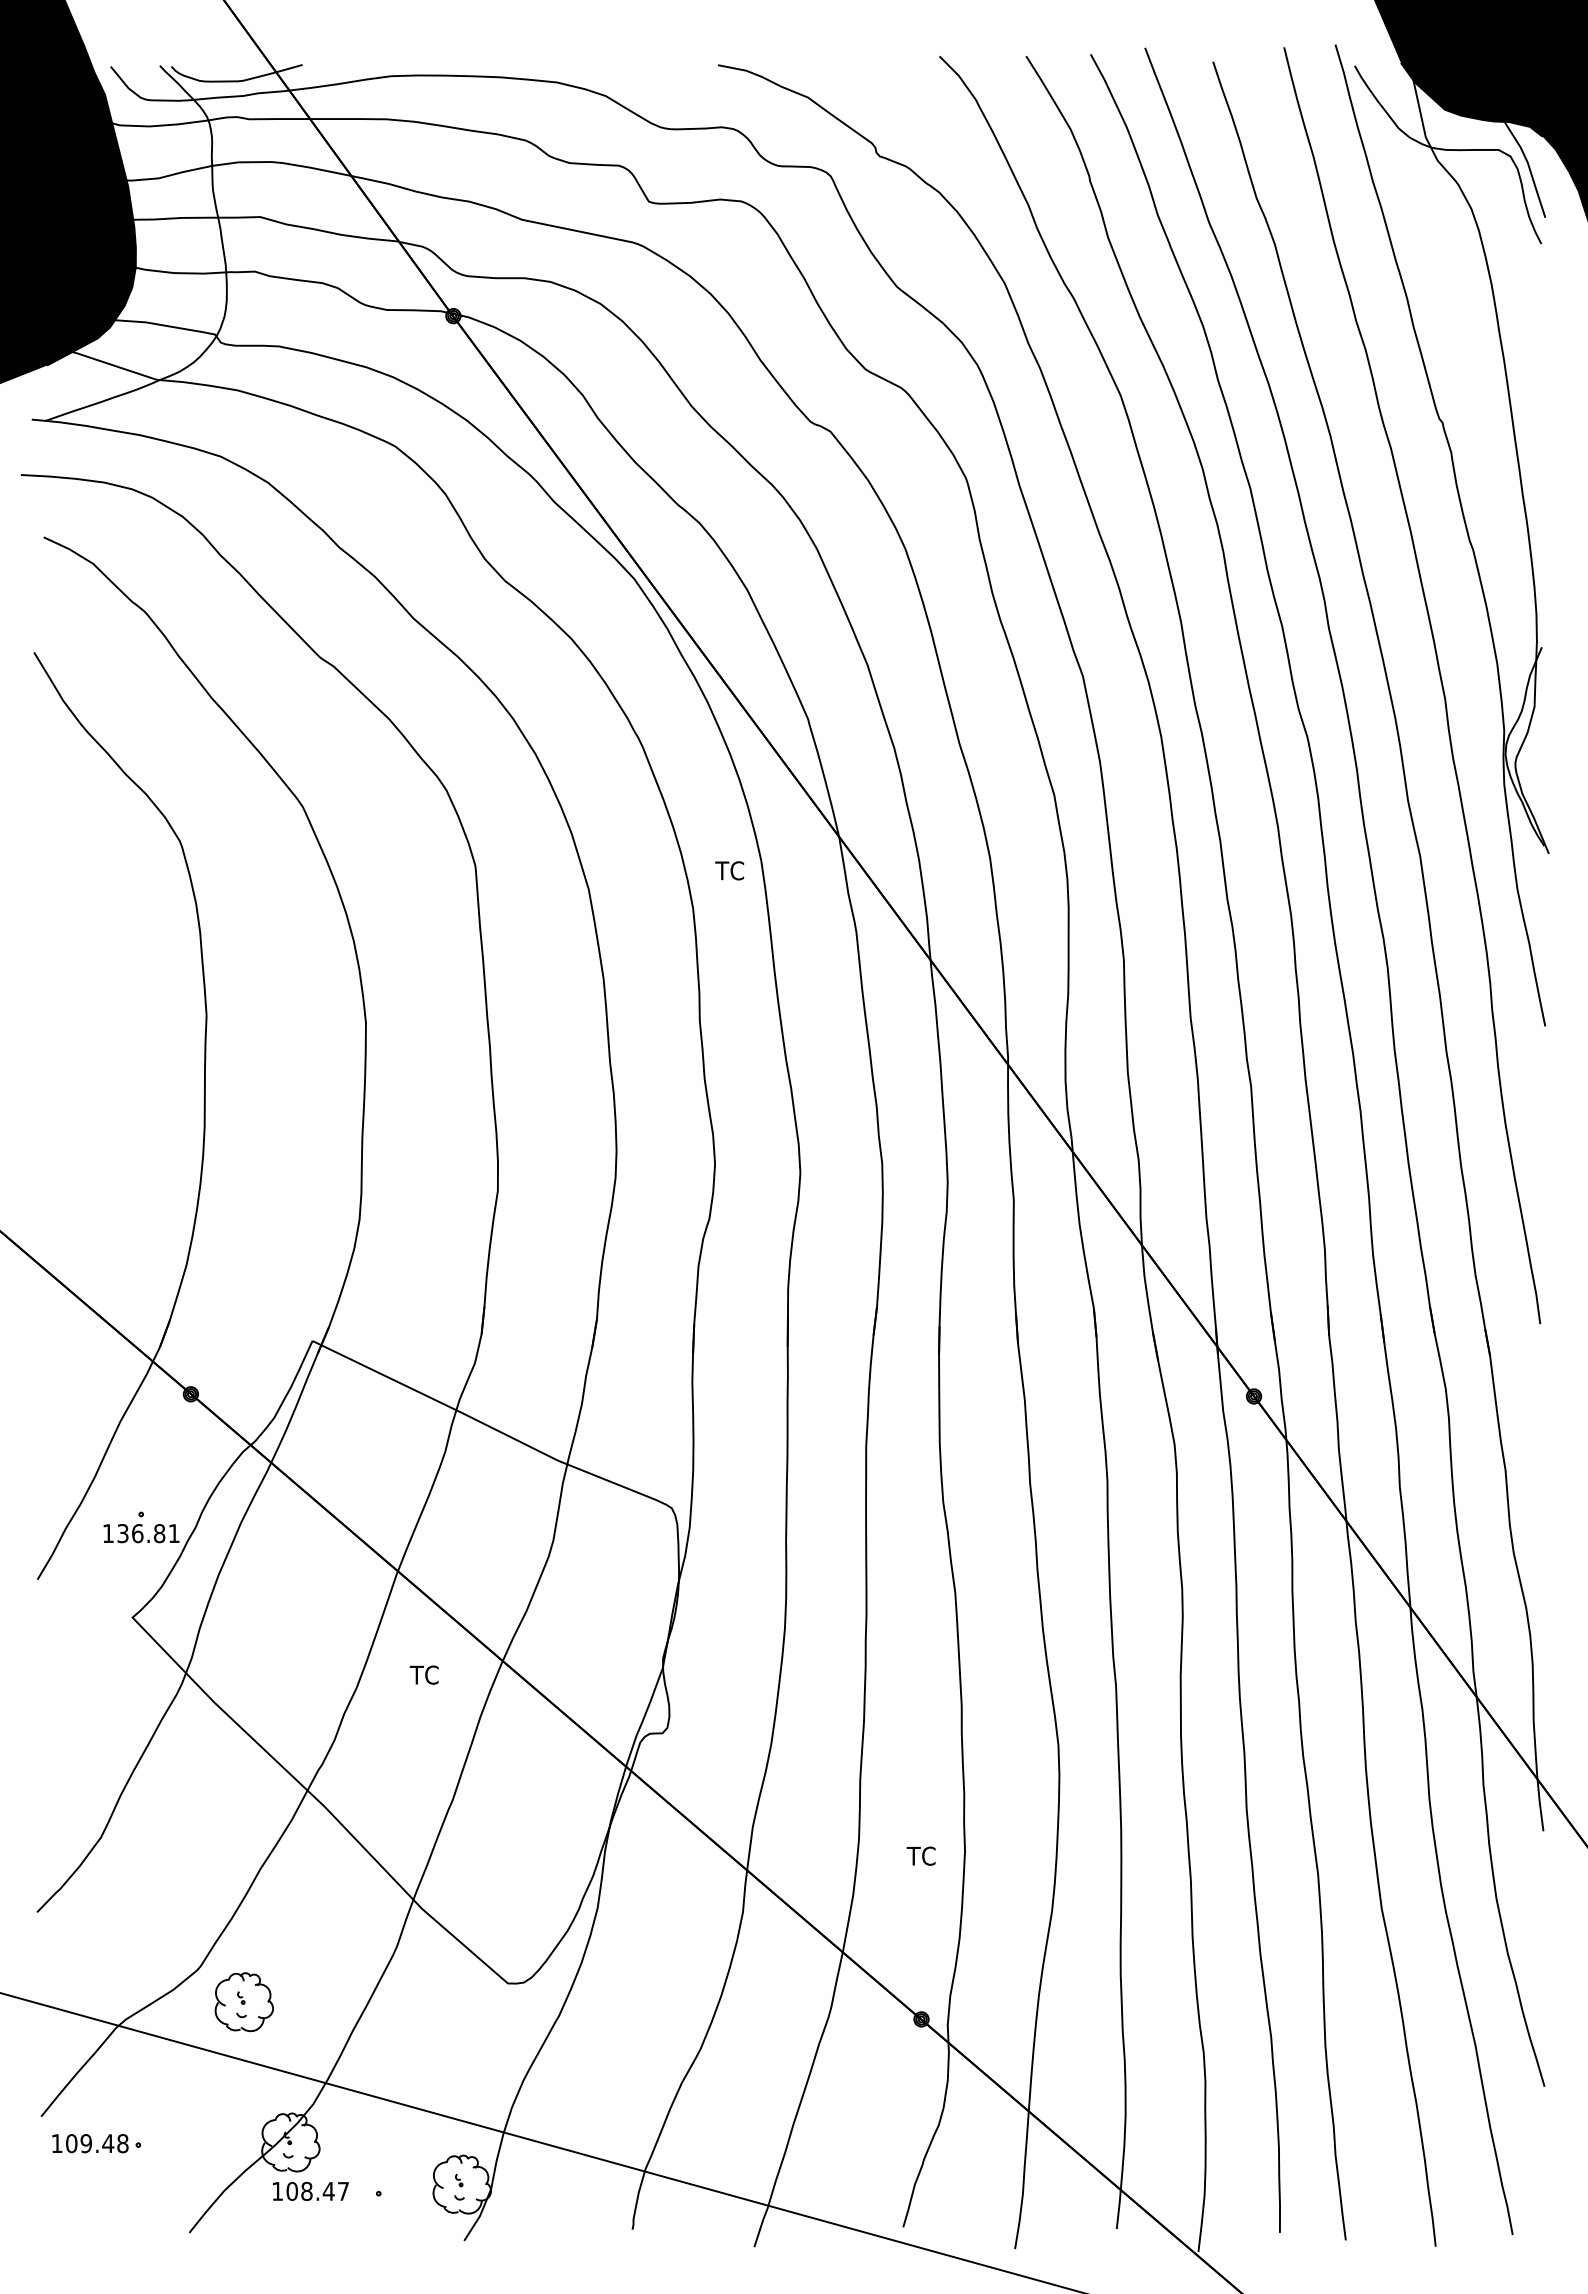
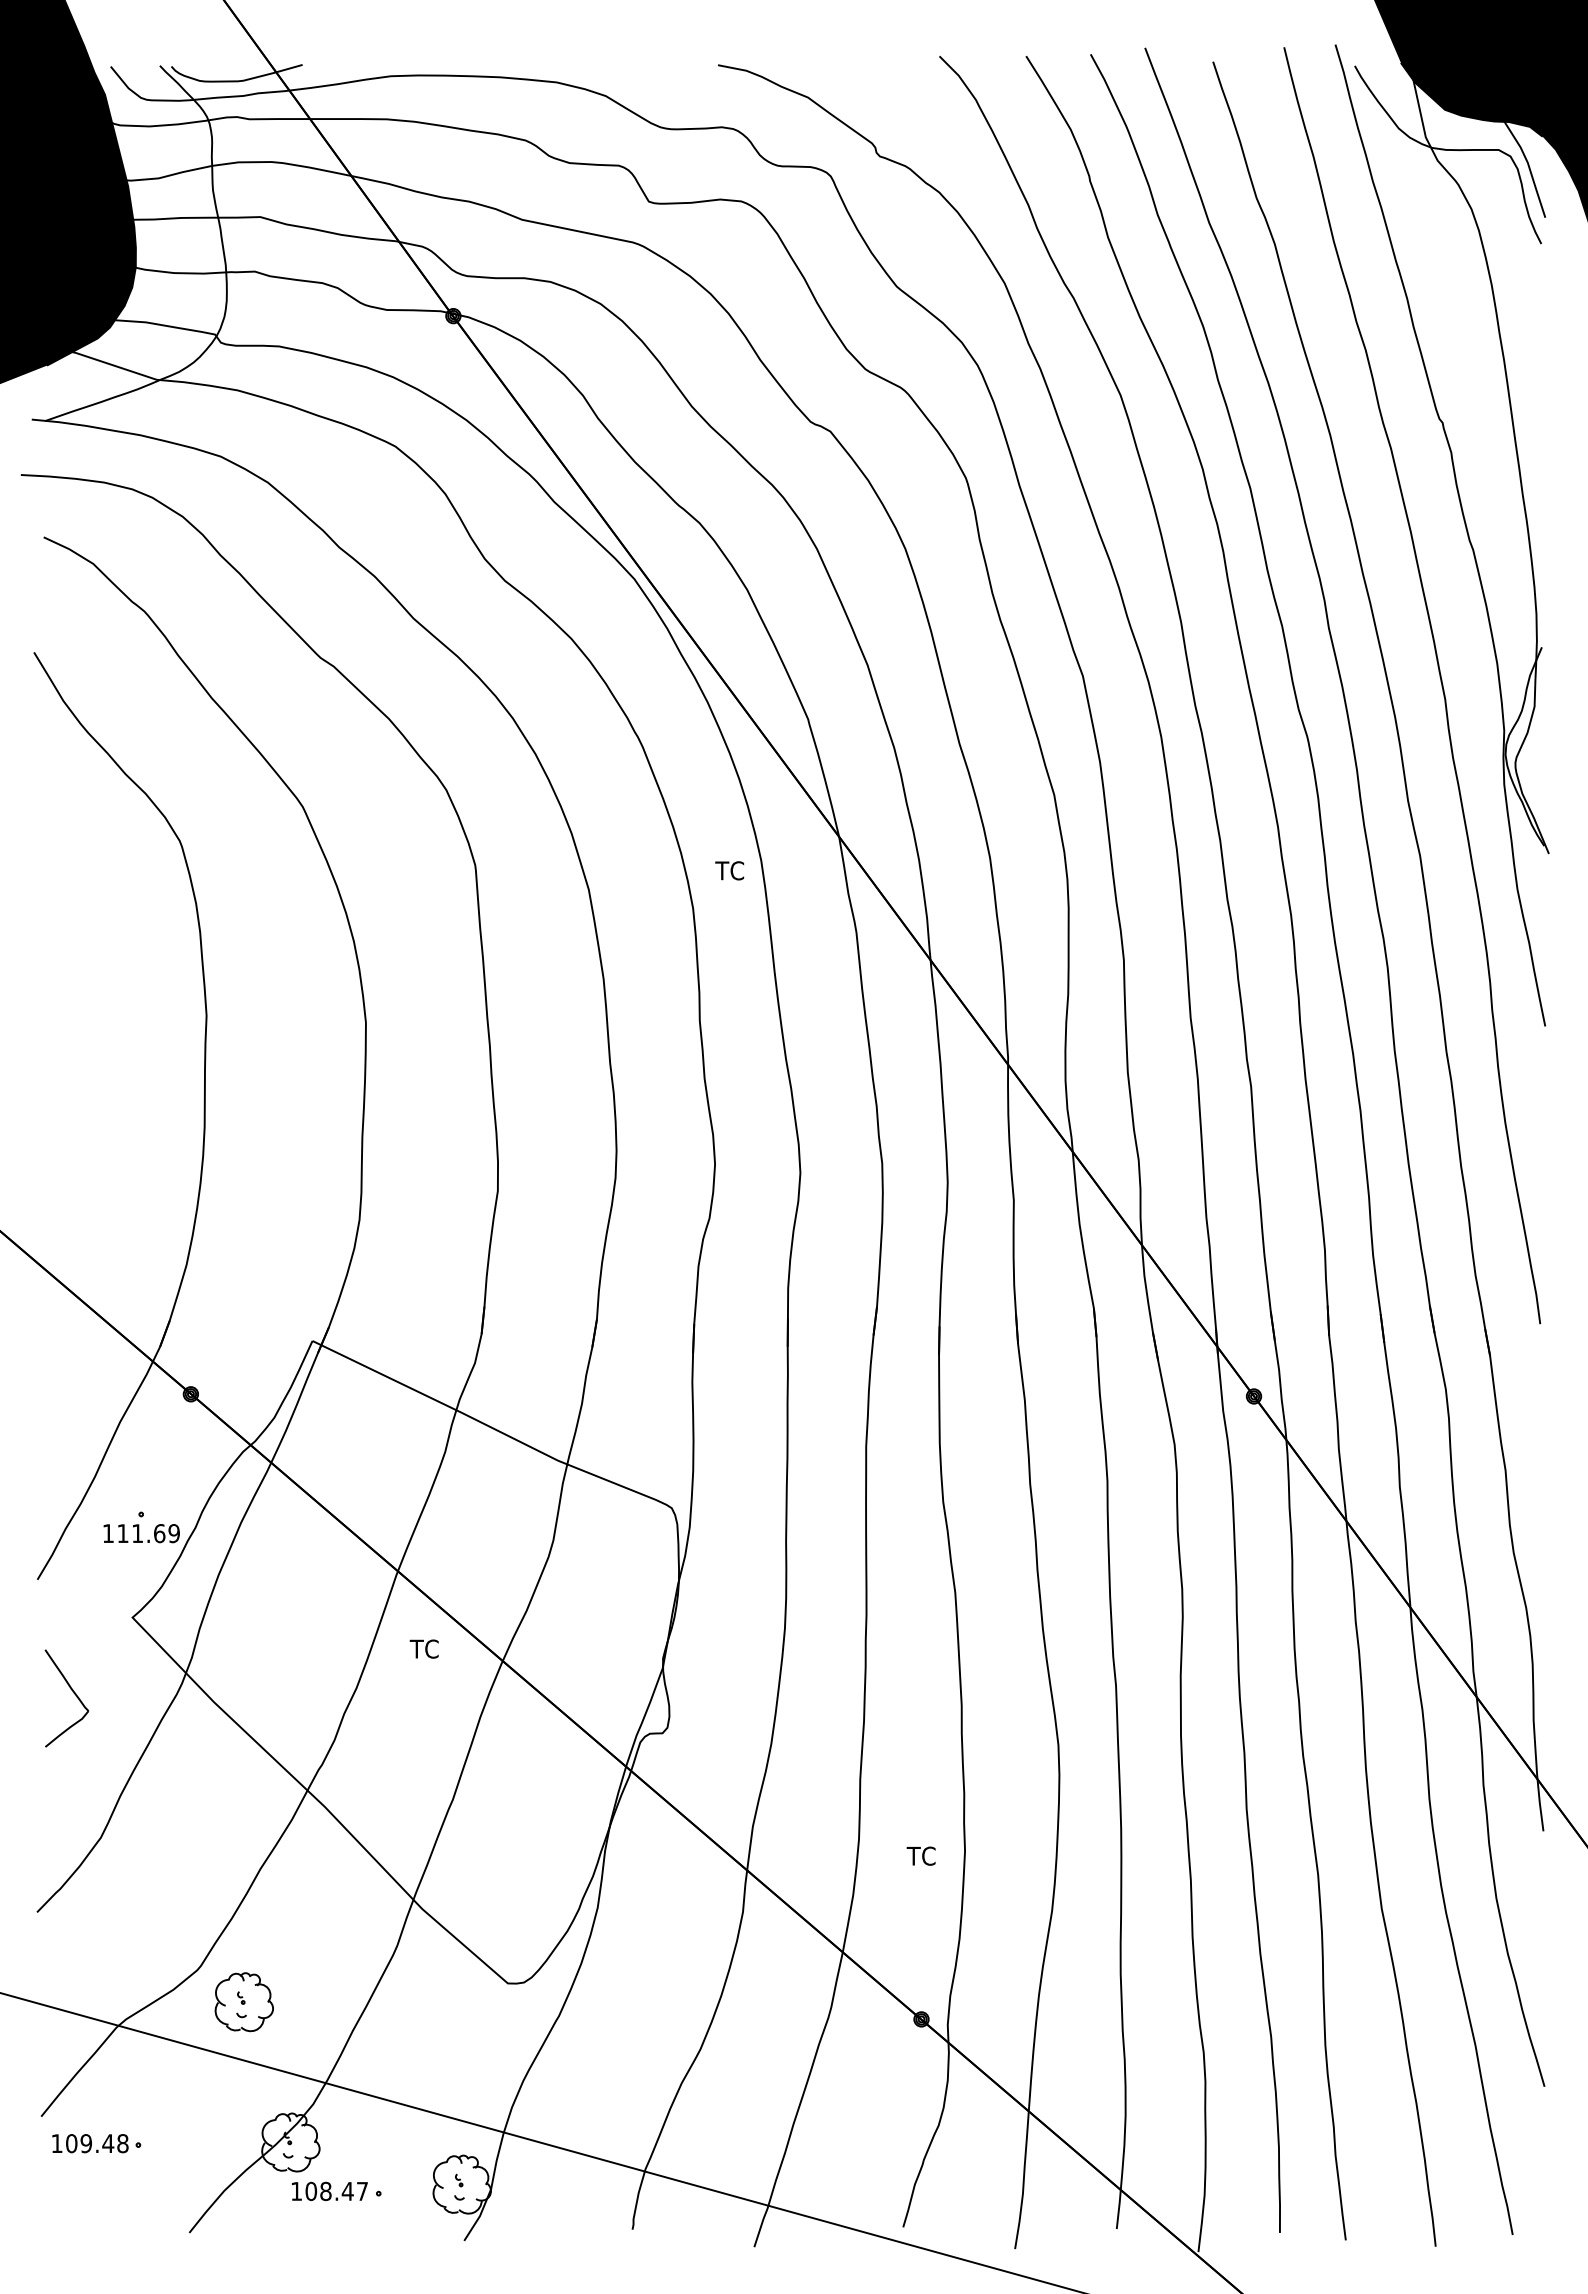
text at (148, 1533): 136.81 -> 111.69
text at (423, 1674) position: (423, 1674) -> (423, 1648)
part at (73, 1693): none -> present
text at (310, 2190) position: (310, 2190) -> (329, 2190)
